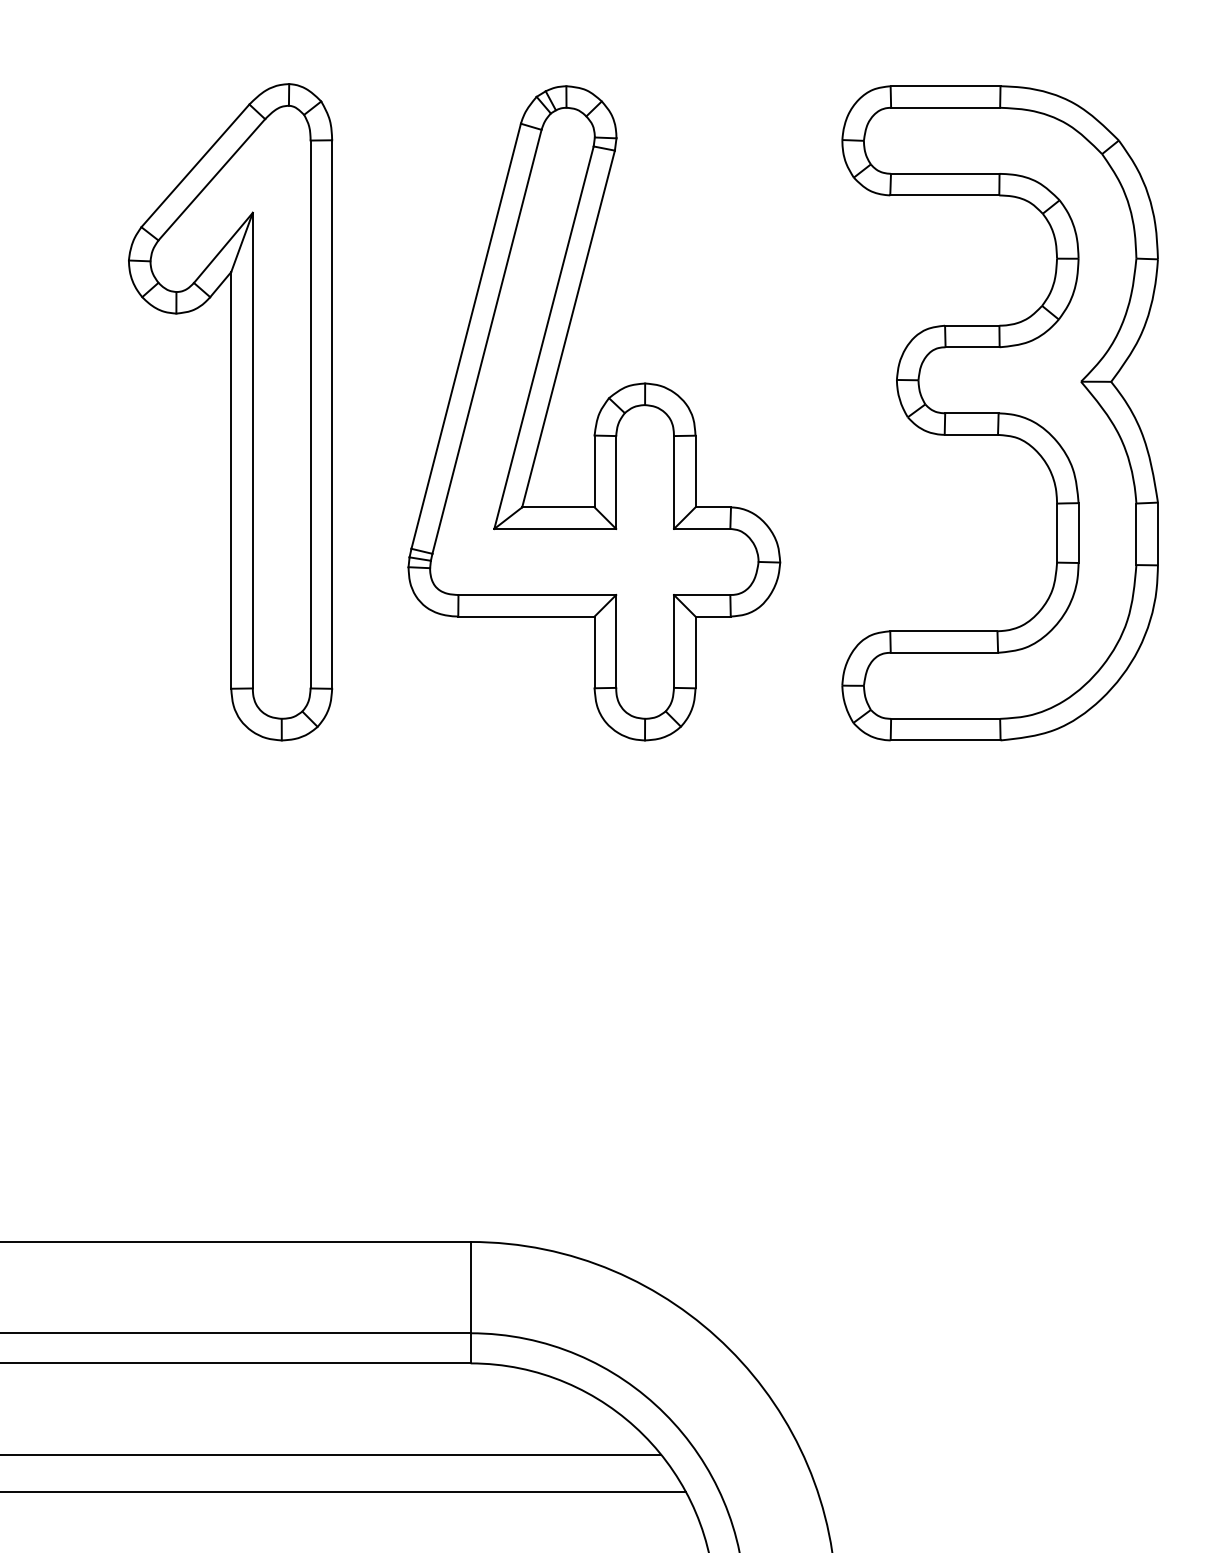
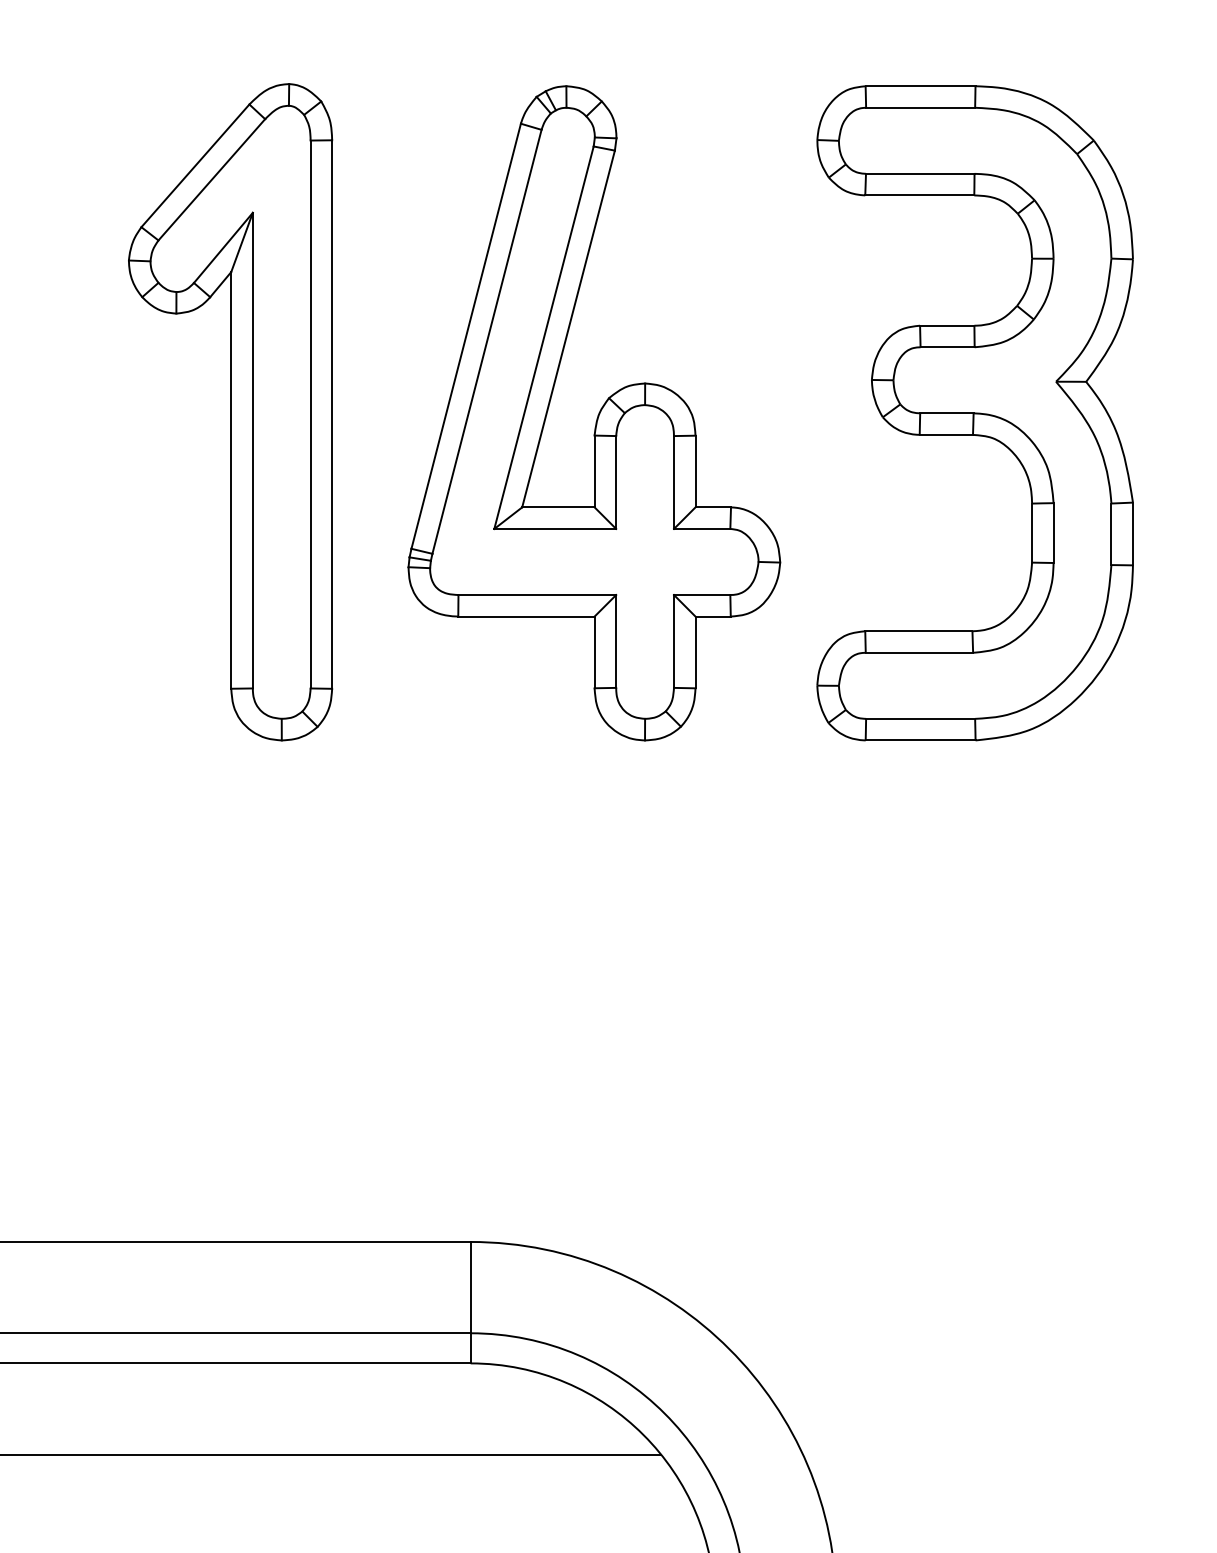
part at (999, 413) position: (999, 413) -> (974, 413)
line at (343, 1491): present -> none
